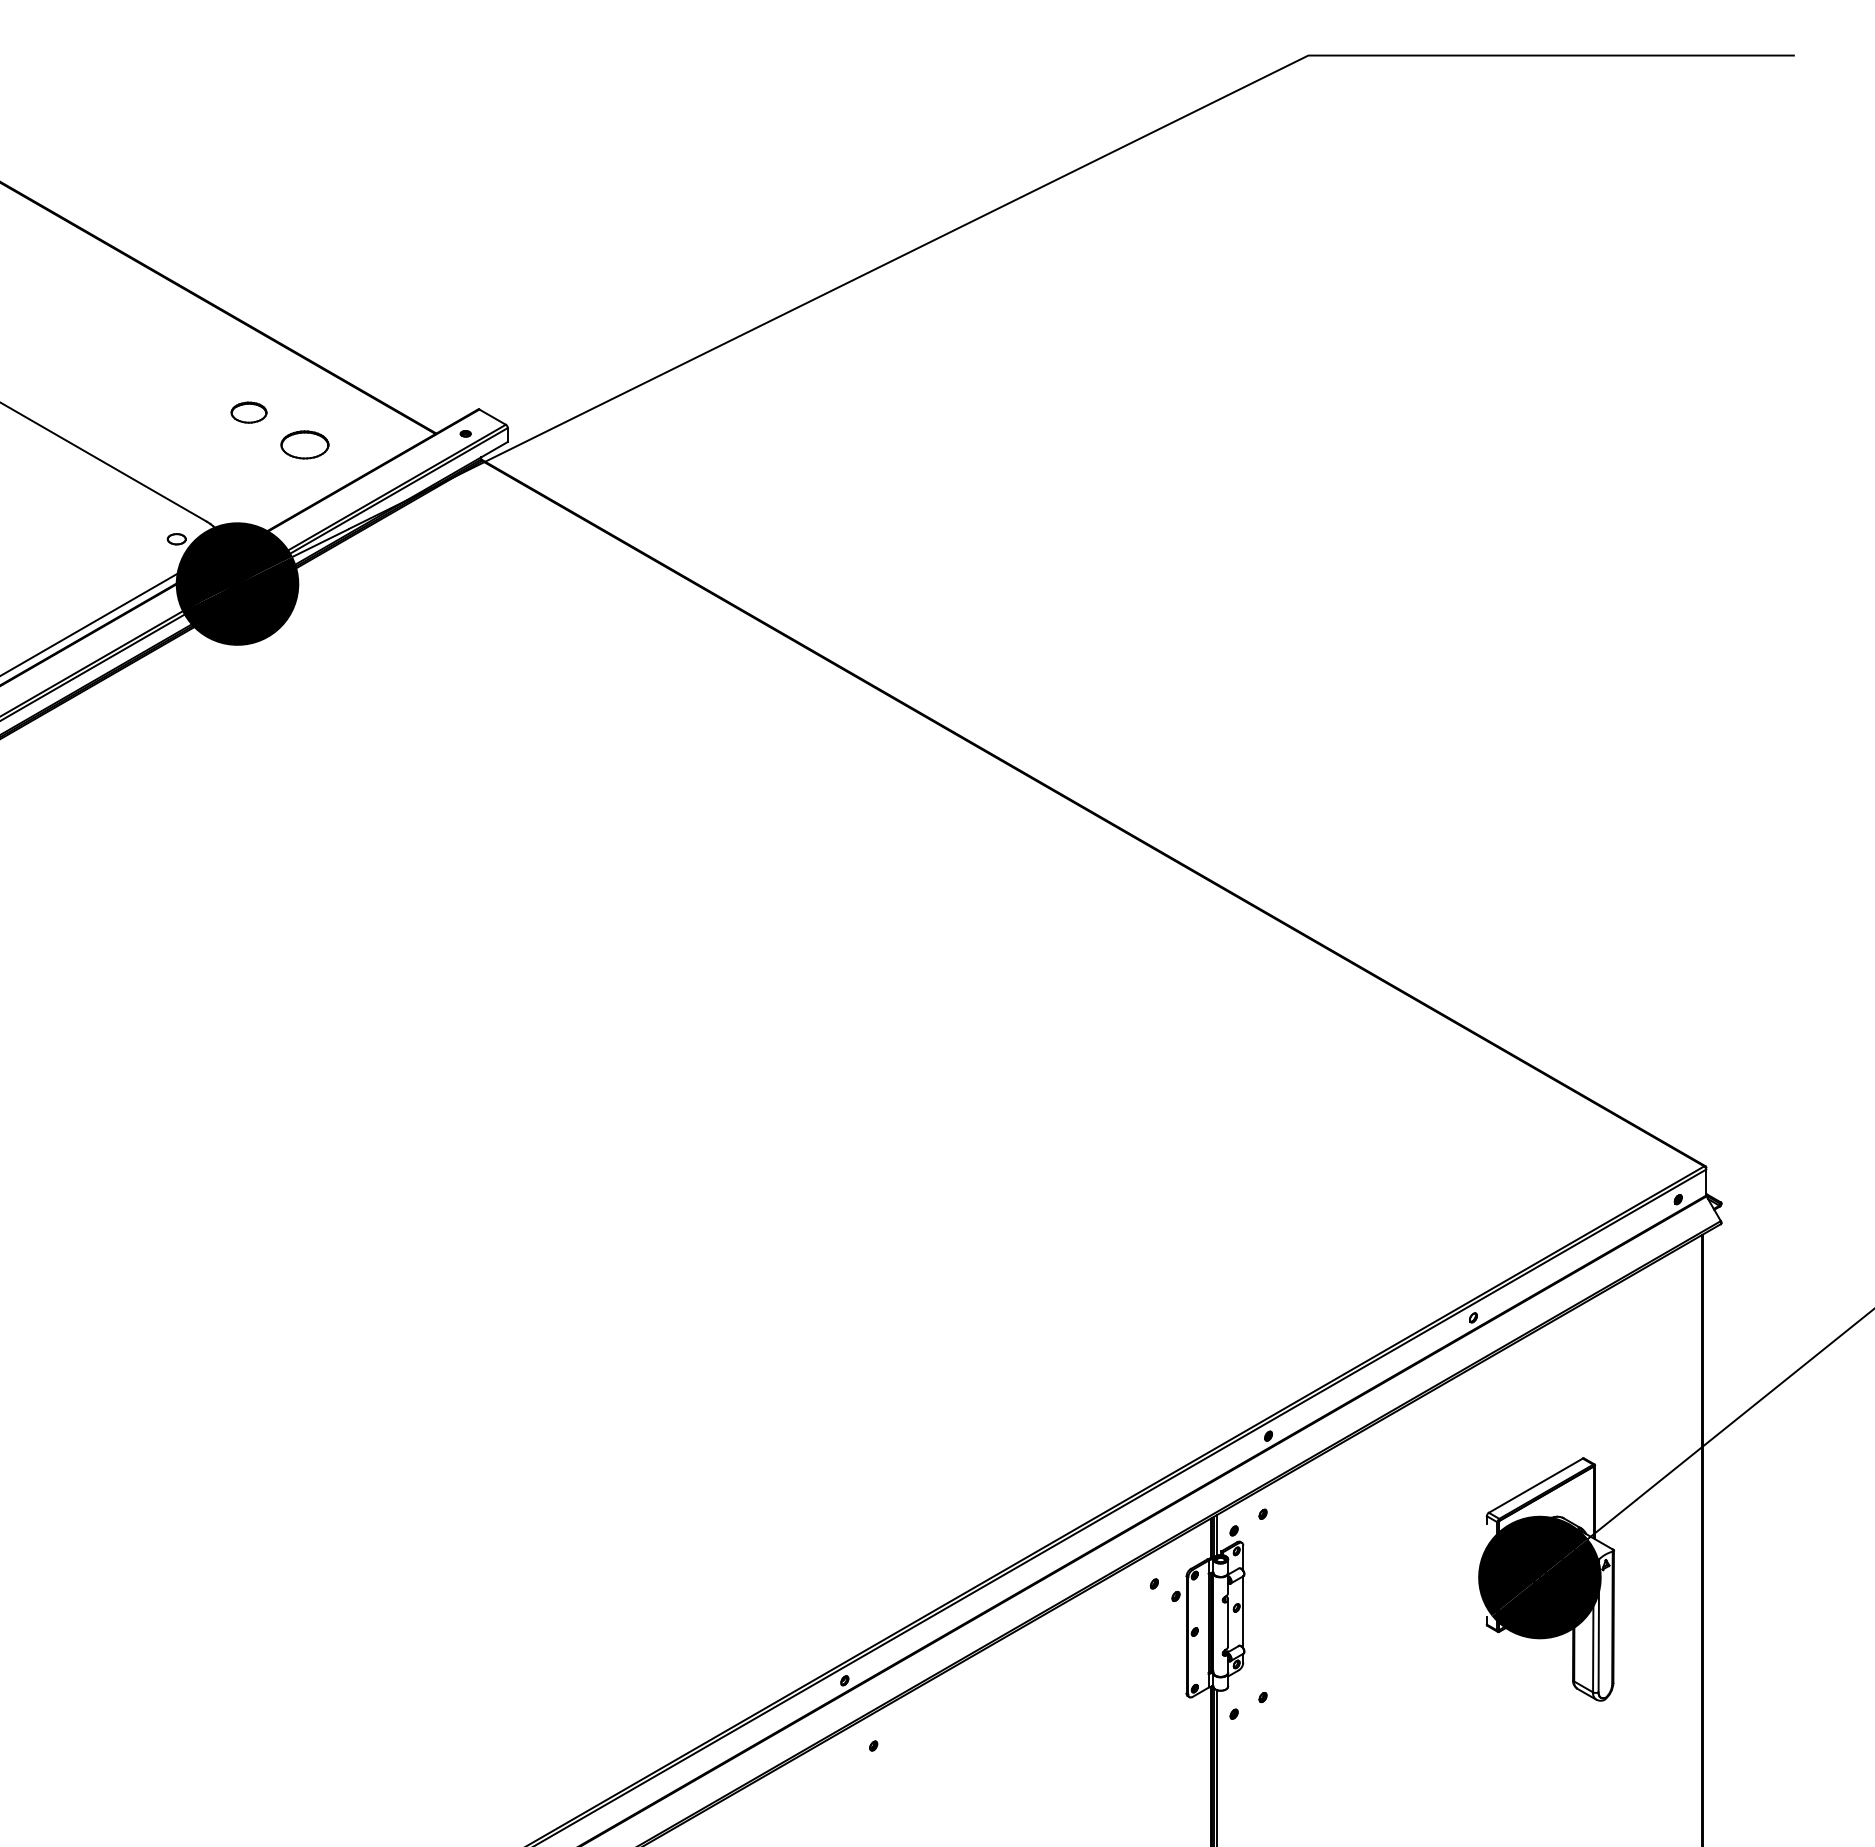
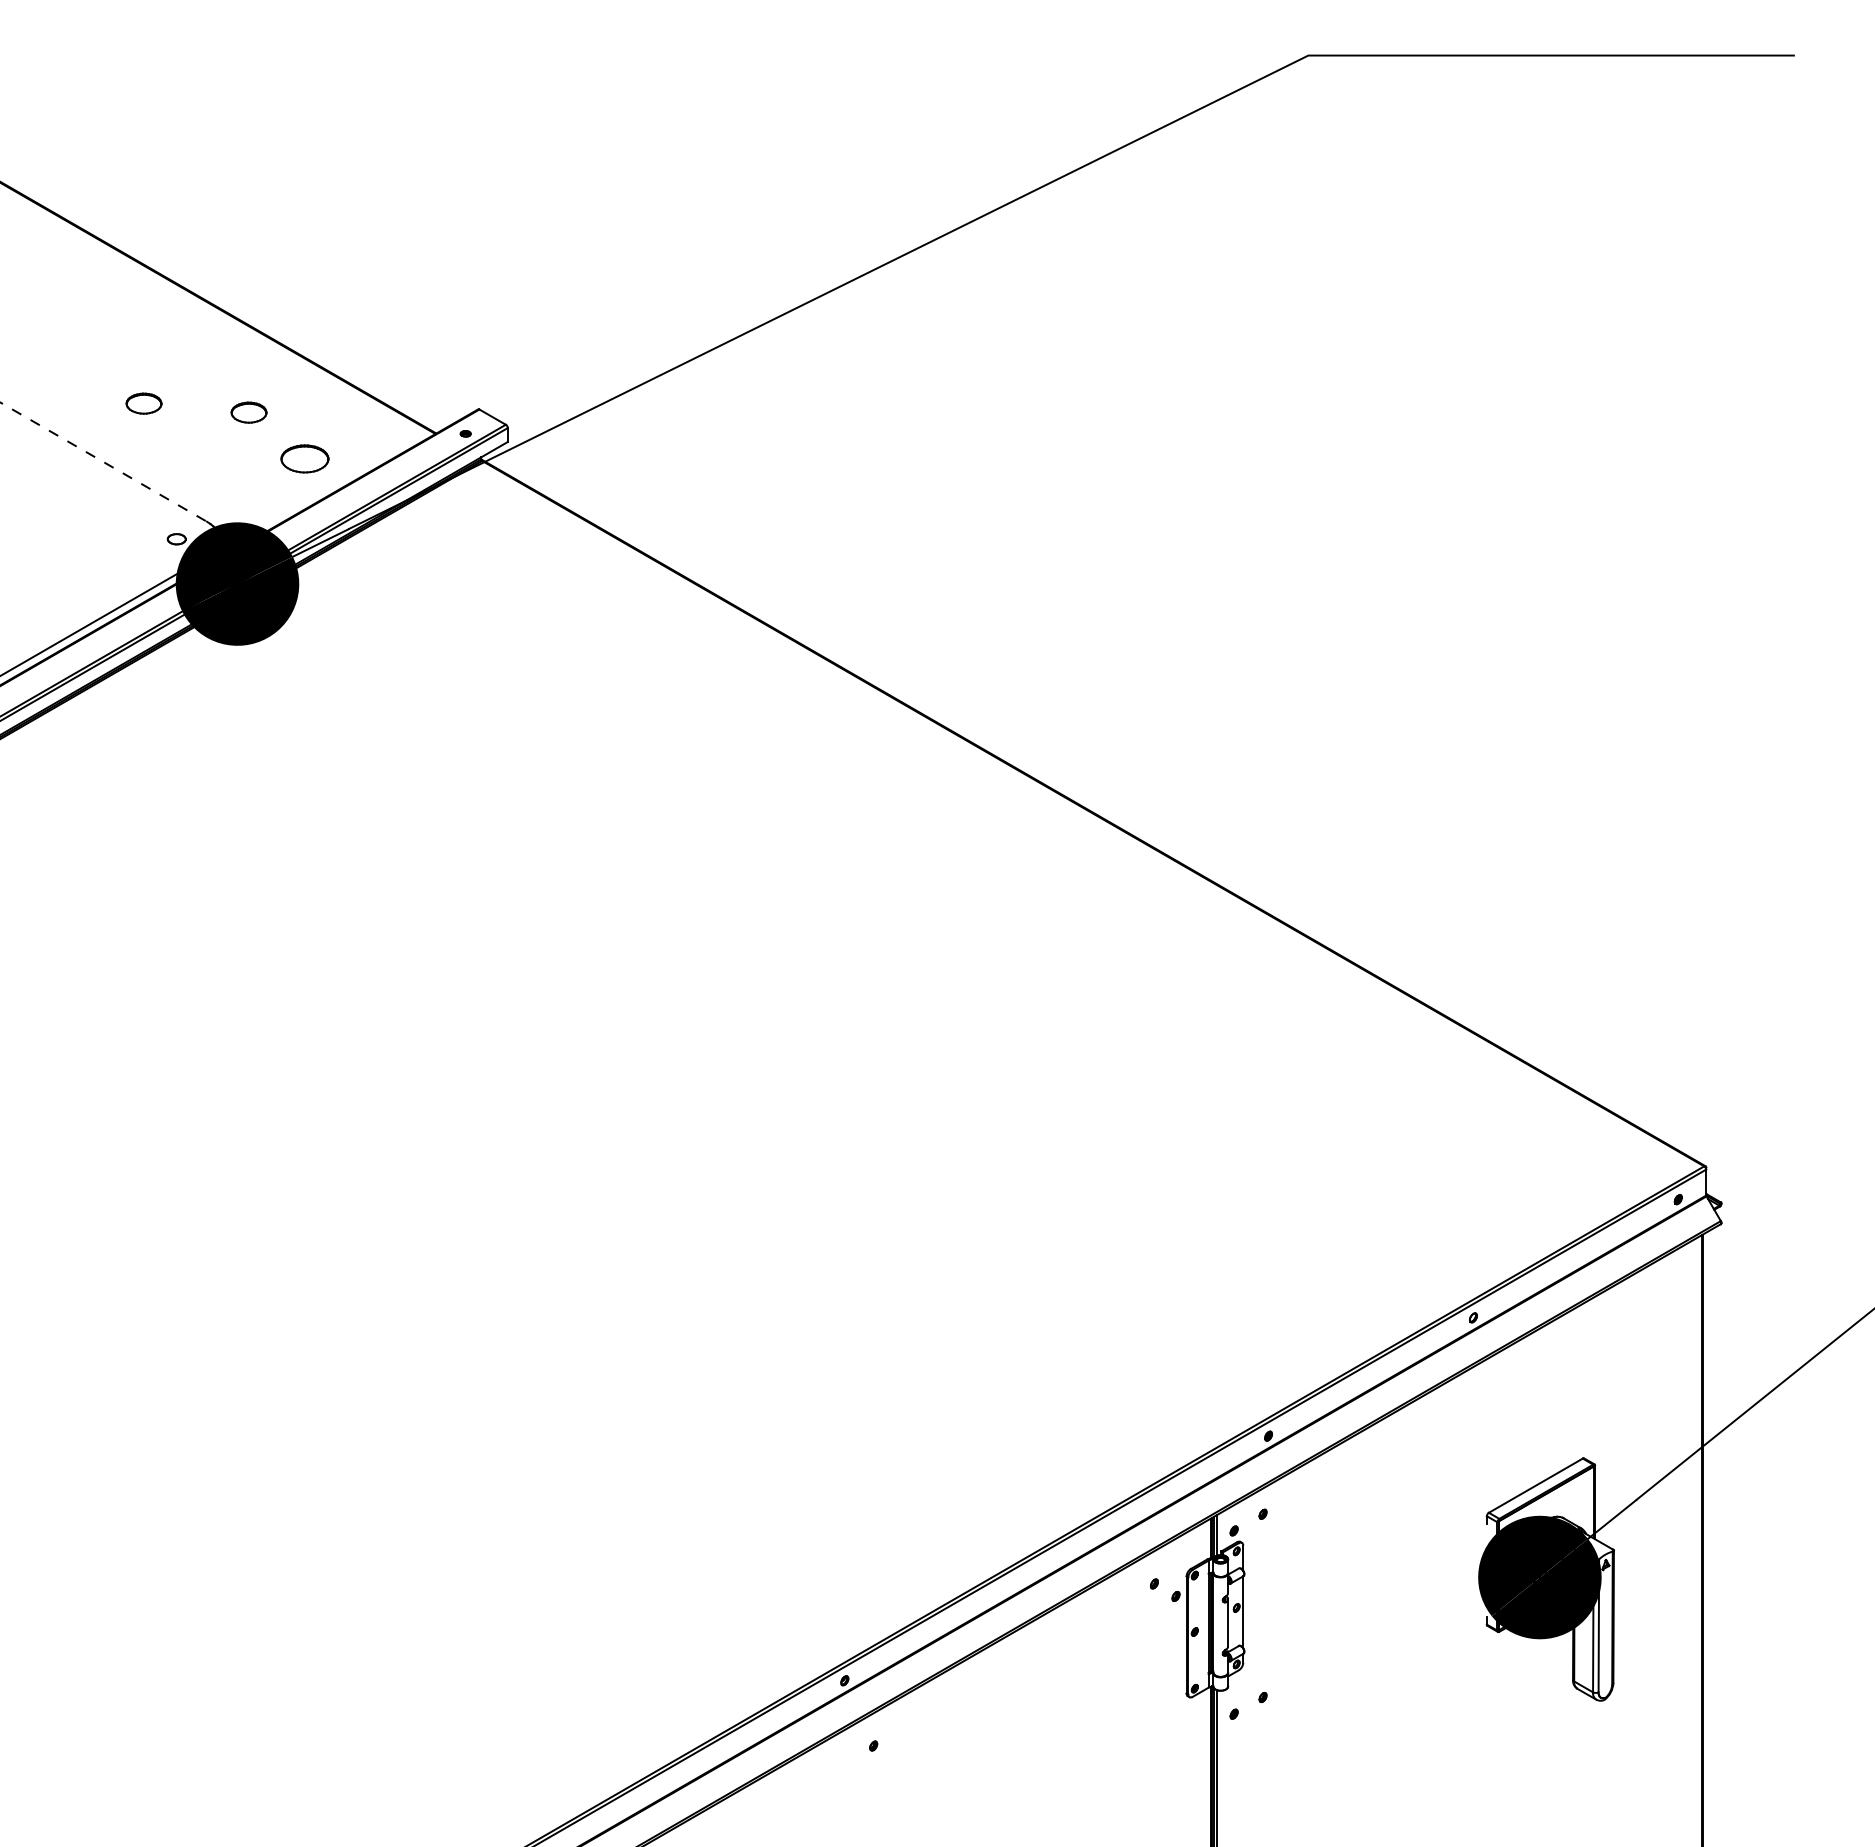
part at (143, 403): none -> present
part at (304, 444) position: (304, 444) -> (304, 458)
line at (104, 462): solid -> dashed
